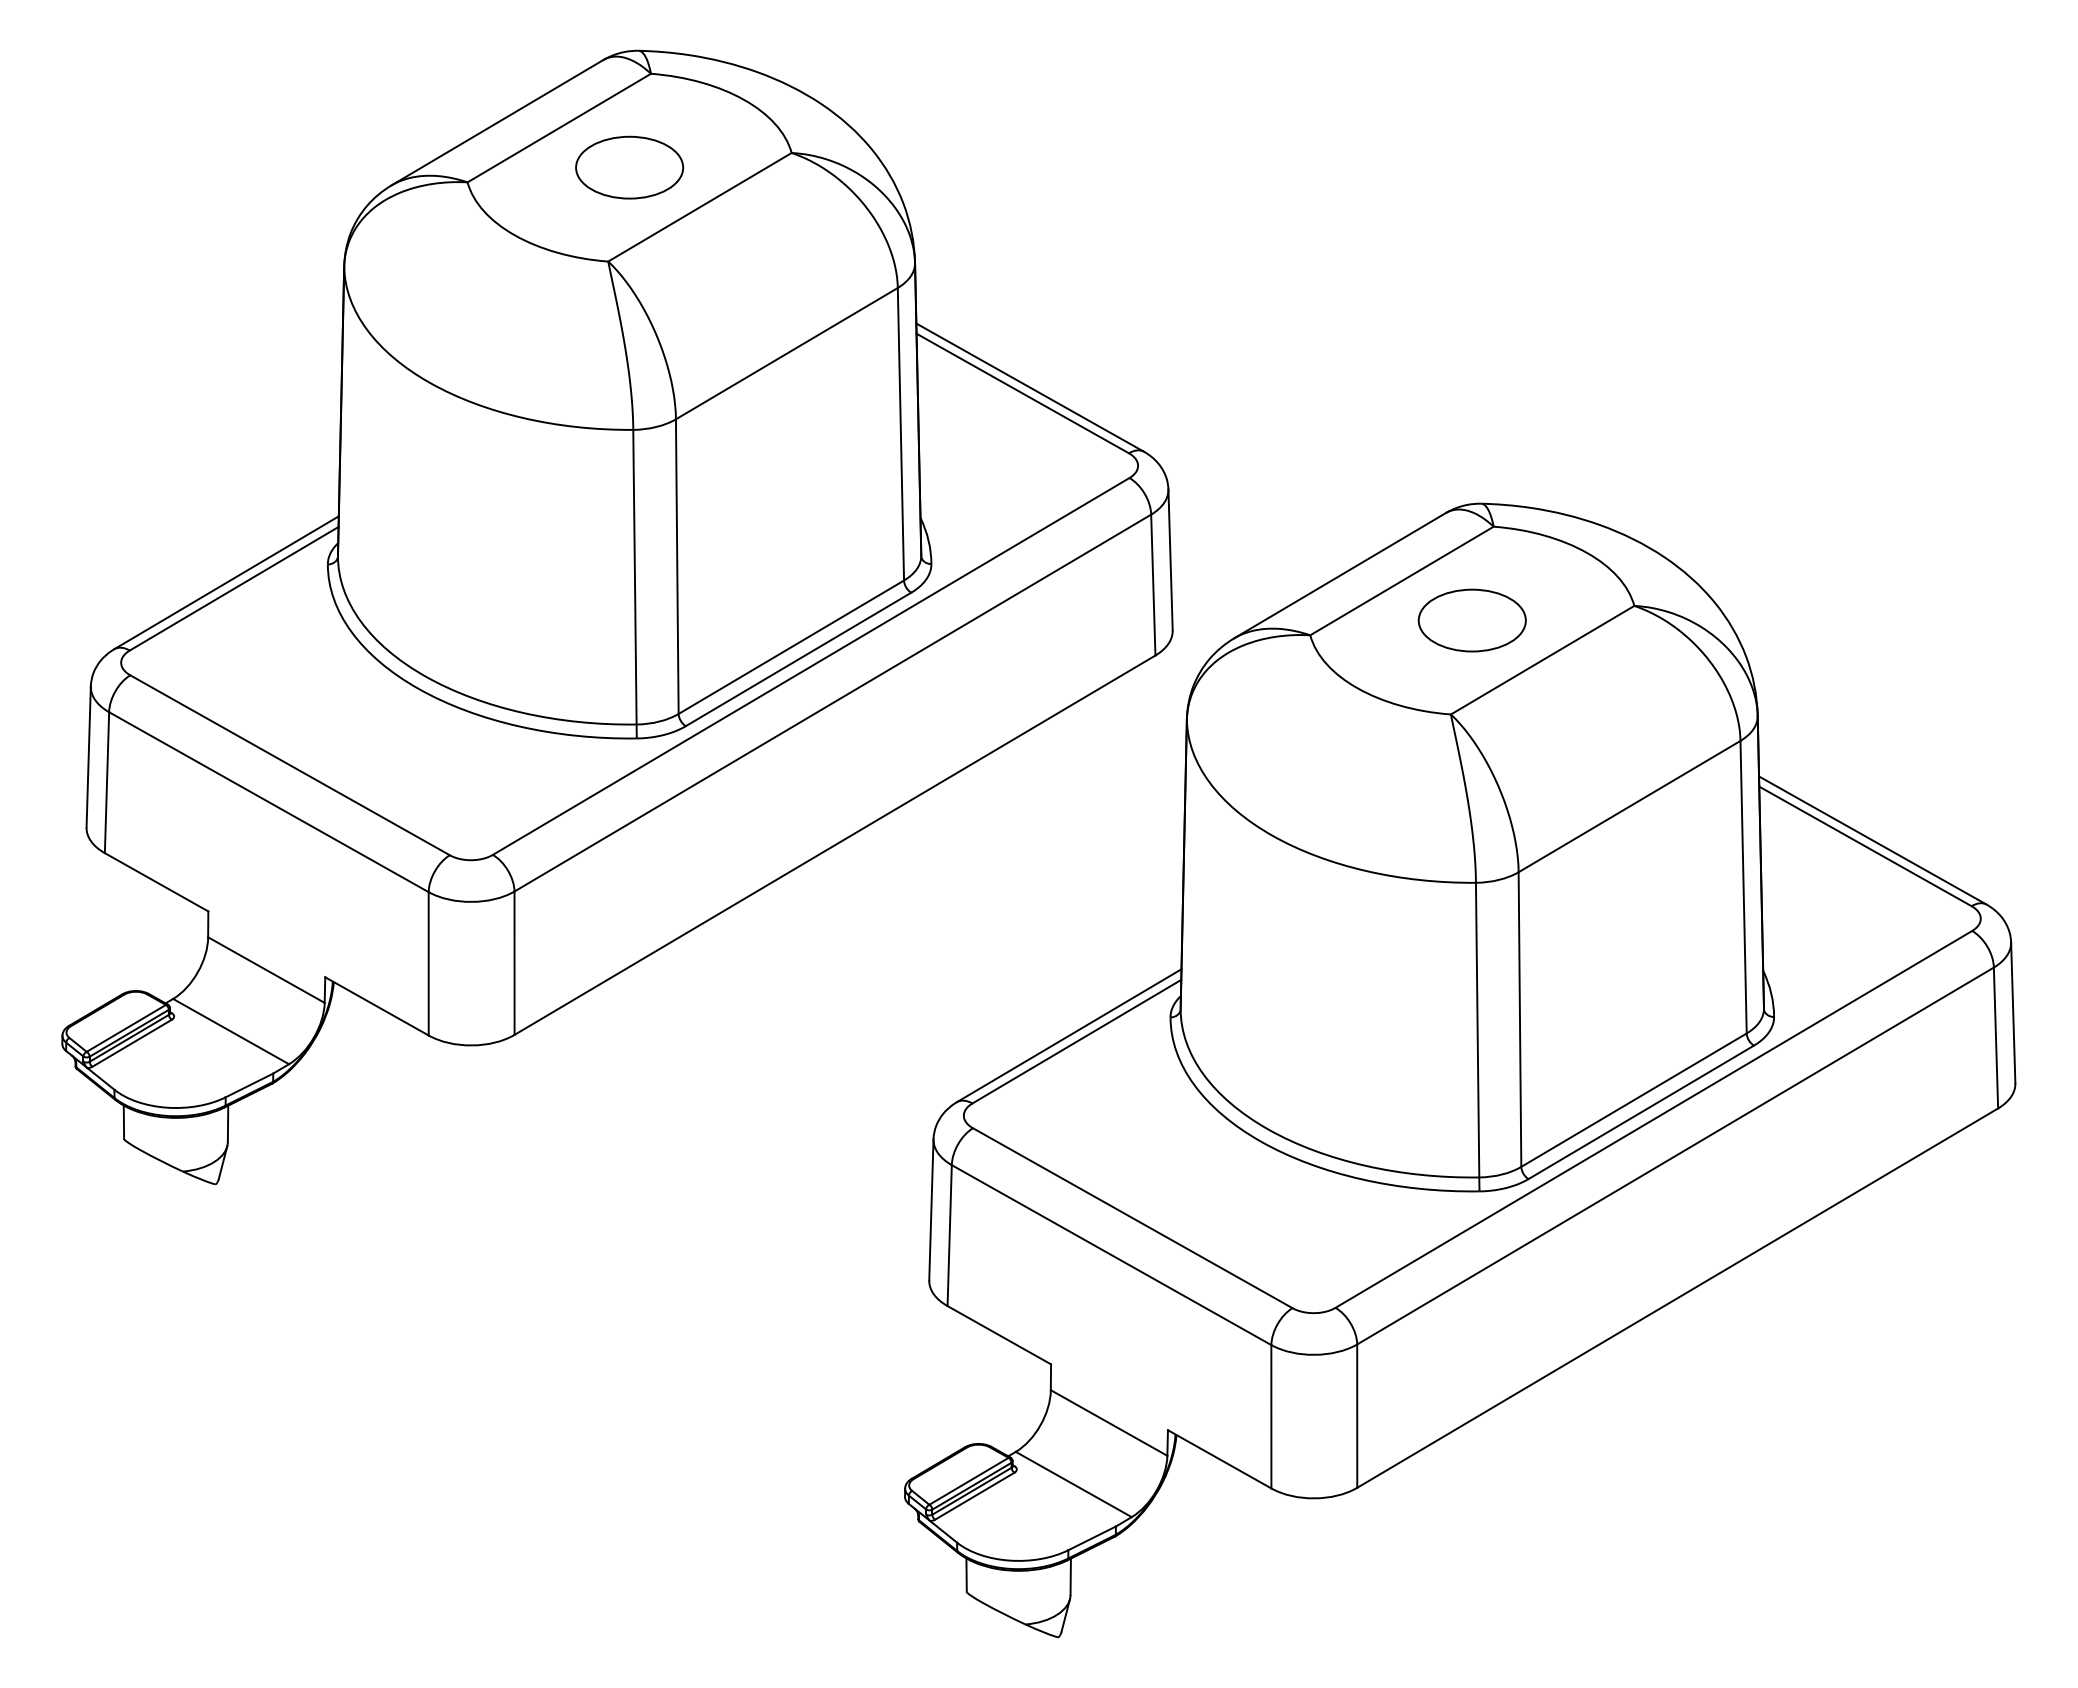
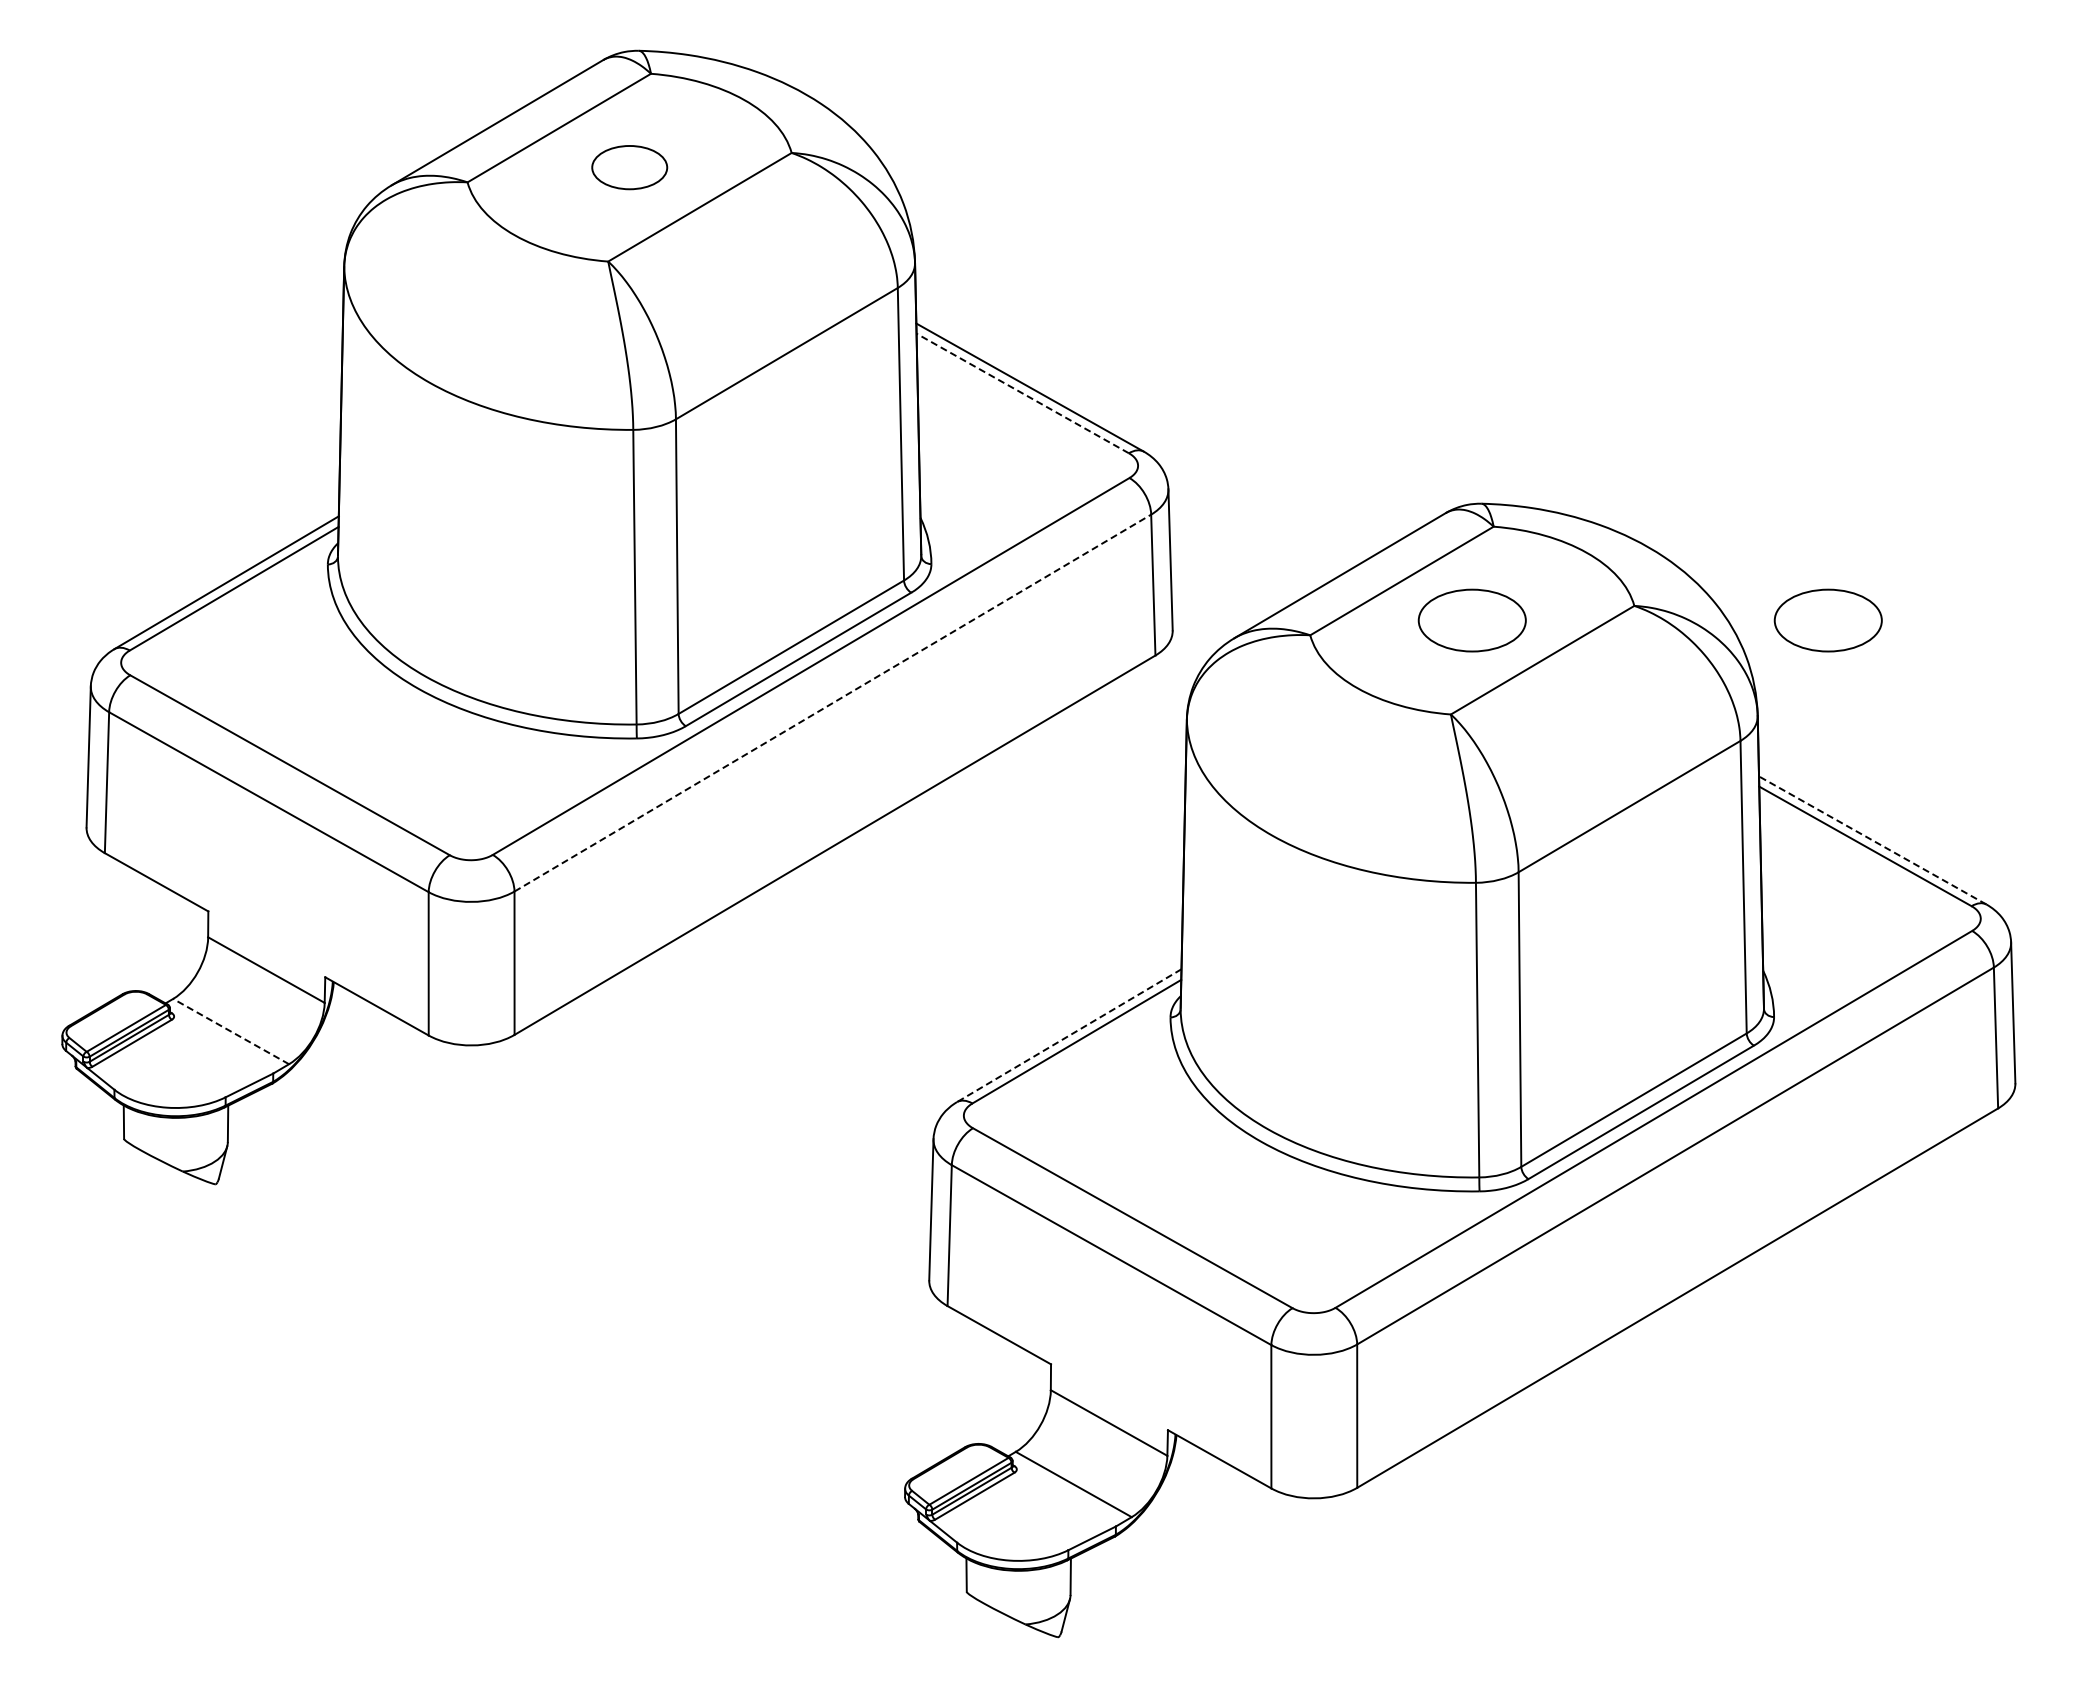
part at (629, 167) size: 110x65 px -> 78x46 px
line at (1022, 393): solid -> dashed
part at (1827, 620): none -> present
line at (832, 703): solid -> dashed
line at (1872, 840): solid -> dashed
line at (231, 1031): solid -> dashed
line at (1068, 1035): solid -> dashed
